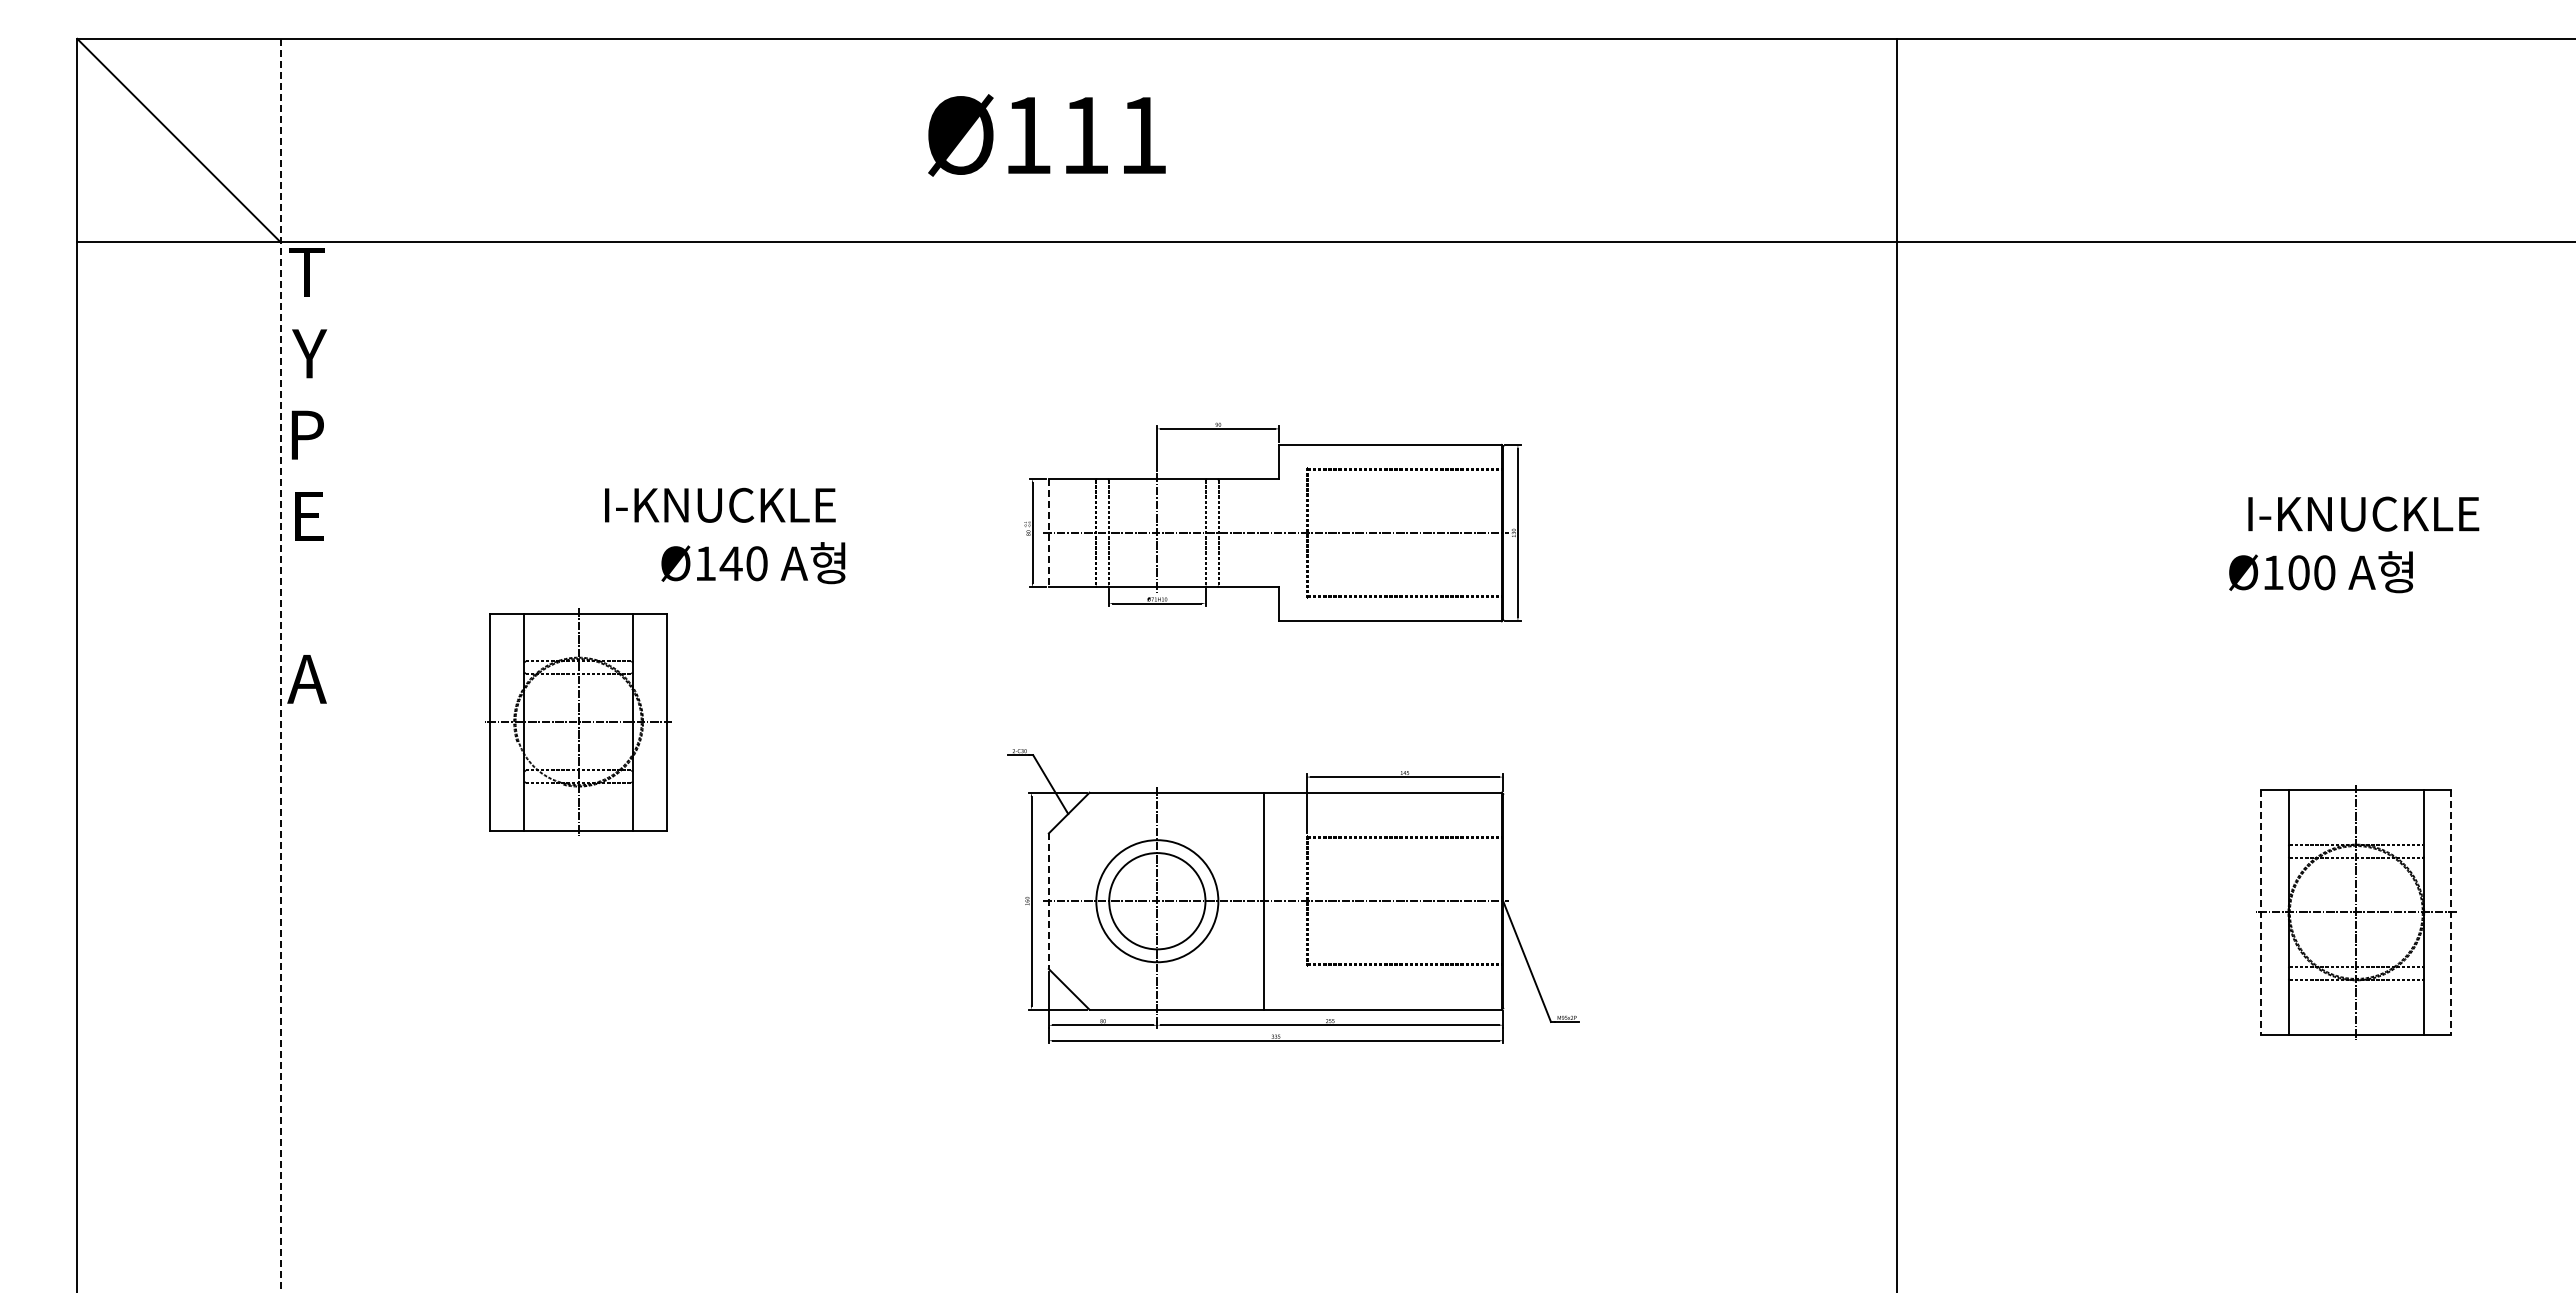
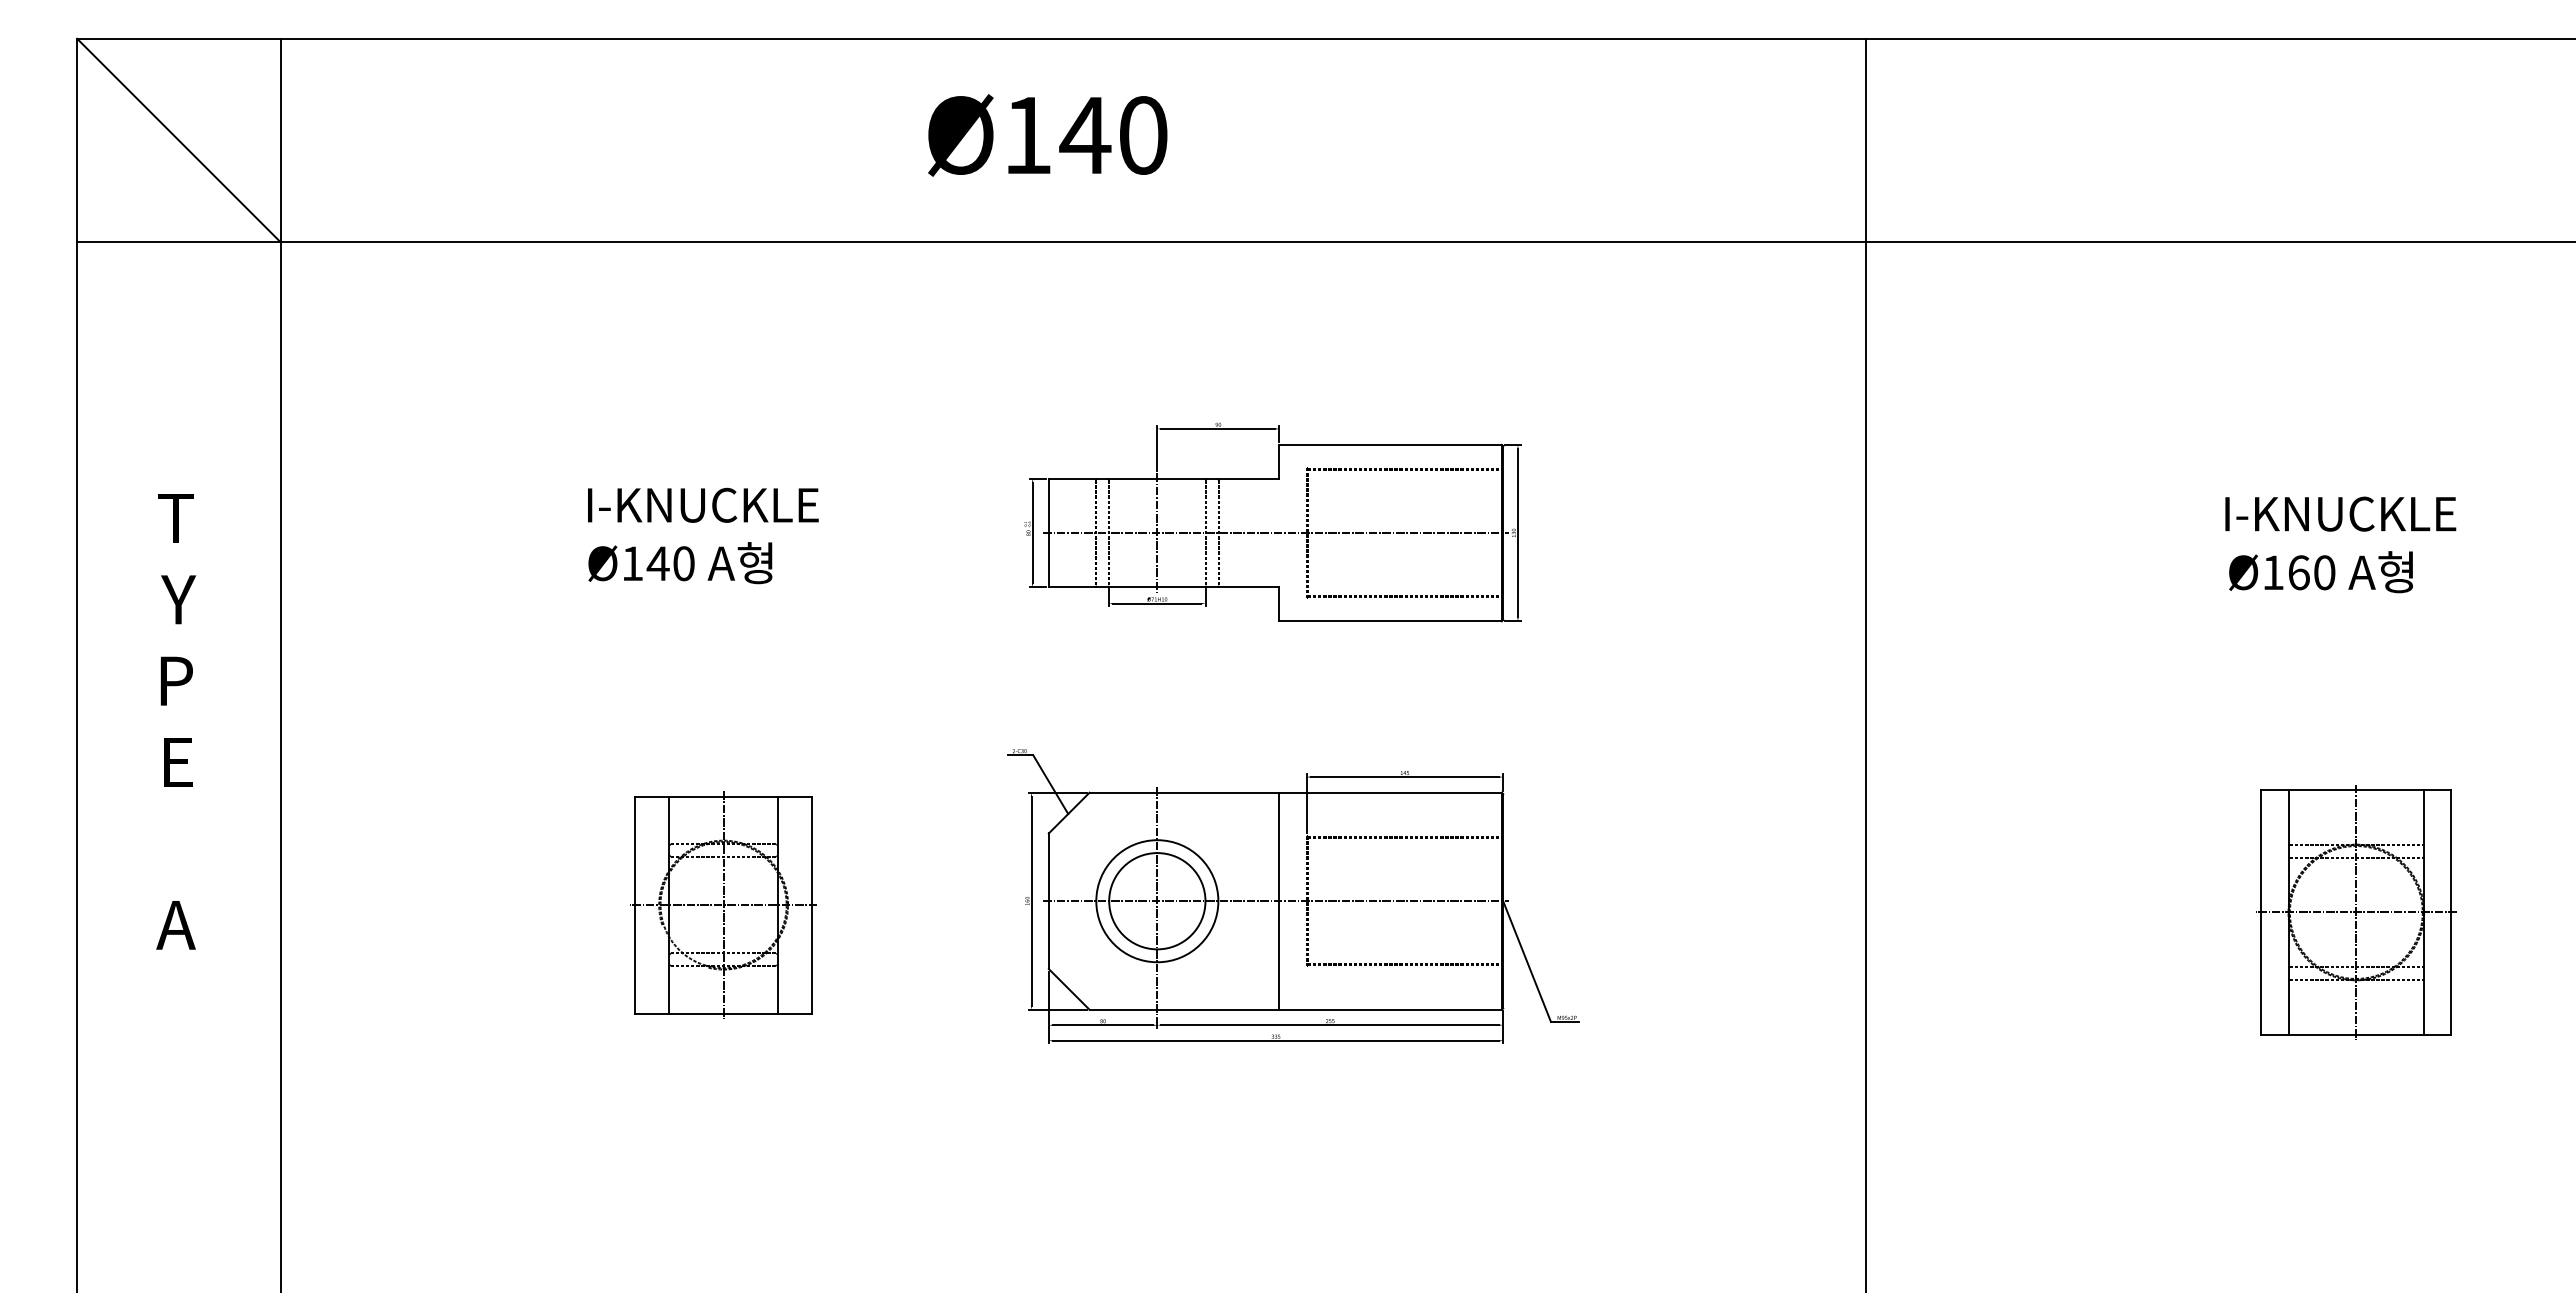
text at (1113, 135): Ø111 -> Ø140
text at (307, 475) position: (307, 475) -> (176, 721)
text at (720, 504) position: (720, 504) -> (703, 504)
text at (2363, 513) position: (2363, 513) -> (2340, 513)
line at (1048, 533): dashed -> solid
text at (753, 563) position: (753, 563) -> (680, 563)
text at (2298, 572): Ø100 -> Ø160
line at (1897, 663) position: (1897, 663) -> (1866, 663)
line at (280, 665): dashed -> solid
part at (578, 721) position: (578, 721) -> (723, 904)
line at (1264, 900) position: (1264, 900) -> (1279, 900)
line at (1048, 901): dashed -> solid
line at (2261, 912): dashed -> solid
line at (2451, 912): dashed -> solid
